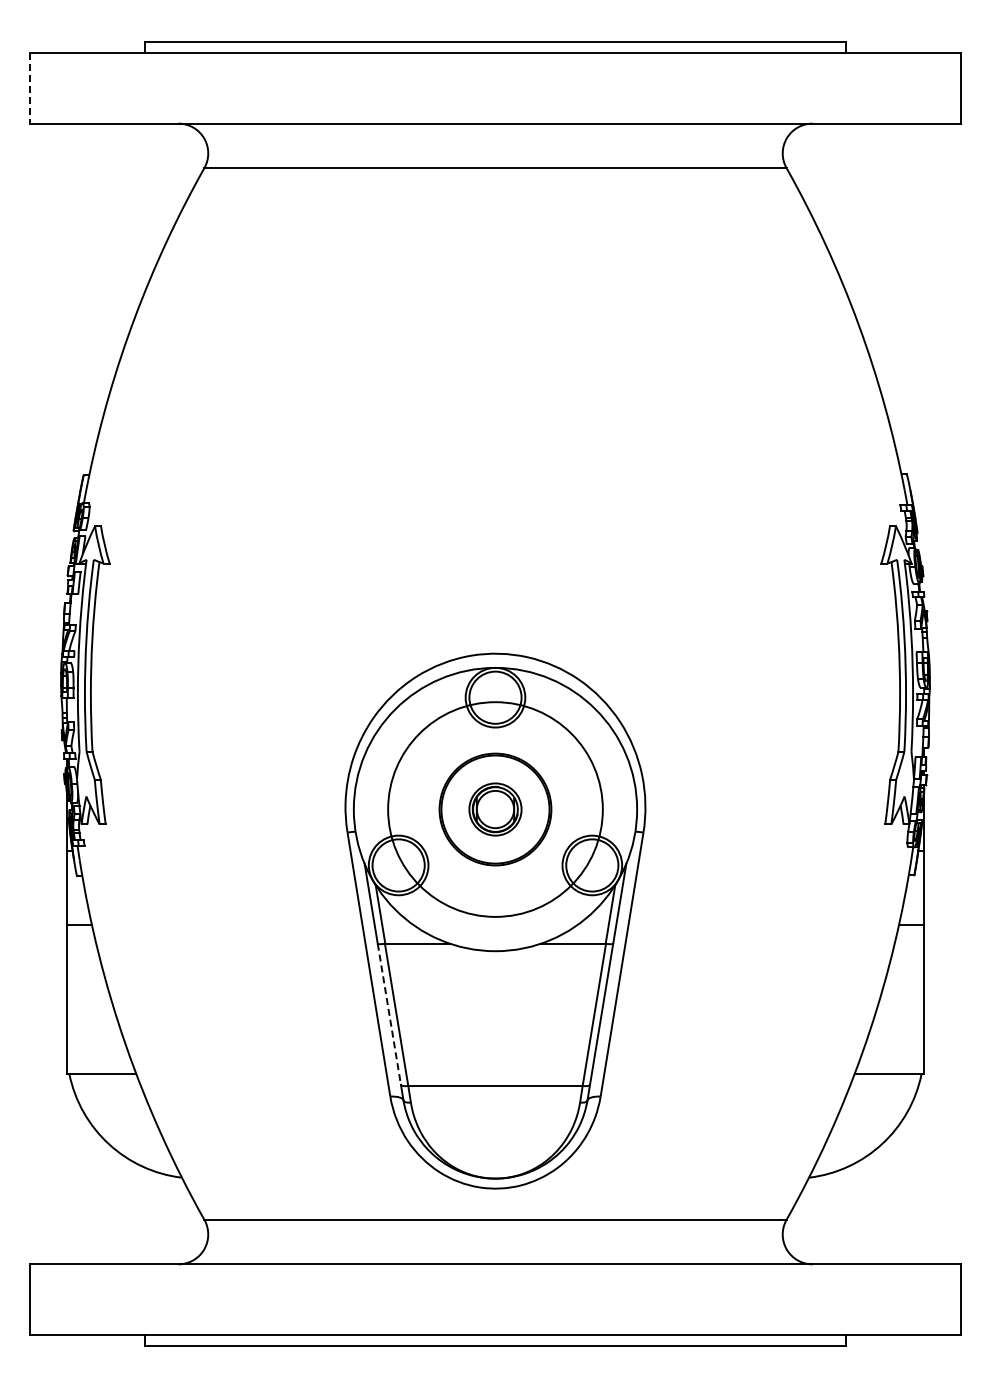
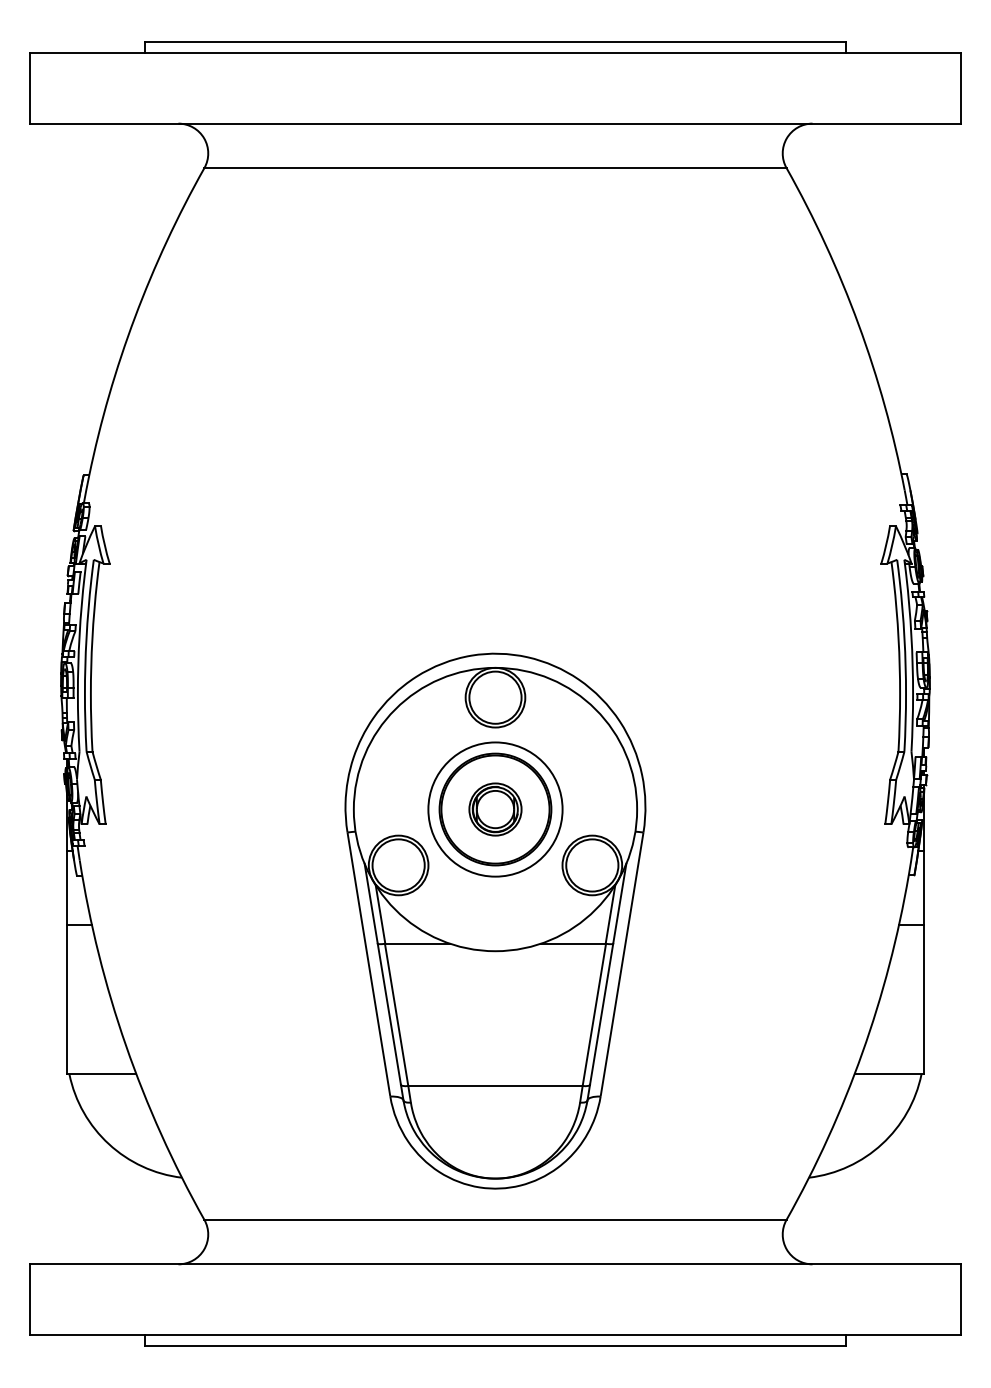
line at (29, 88): dashed -> solid
circle at (495, 809) diameter: 215 px -> 134 px
line at (389, 1014): dashed -> solid
